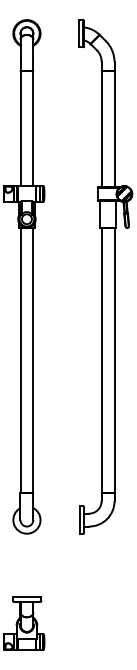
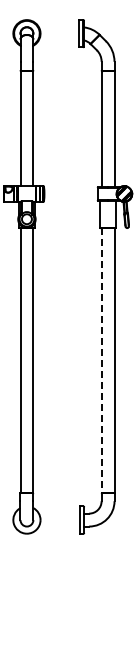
line at (101, 361): solid -> dashed
part at (24, 623): present -> none
